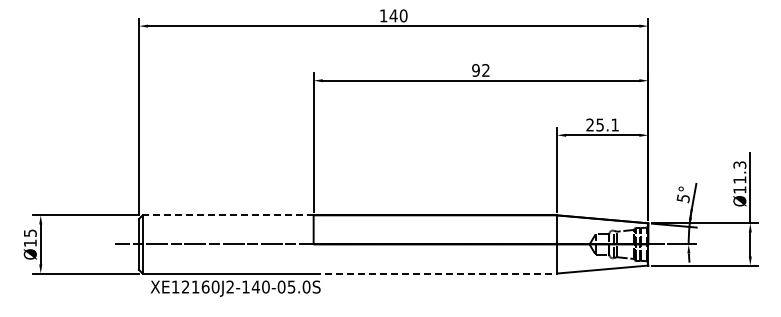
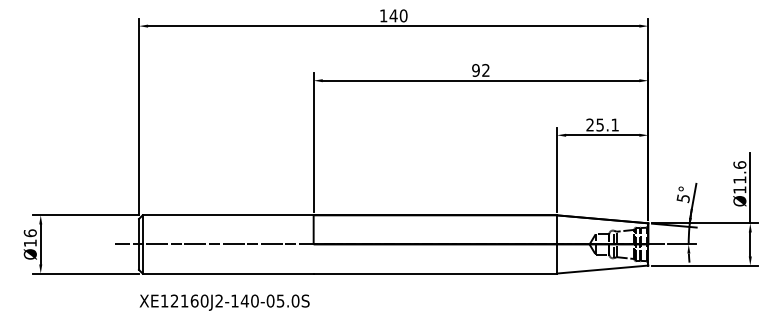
text at (739, 164): Ø11.3 -> Ø11.6
line at (228, 215): dashed -> solid
text at (29, 233): Ø15 -> Ø16
line at (435, 273): dashed -> solid
text at (235, 288) position: (235, 288) -> (224, 302)
